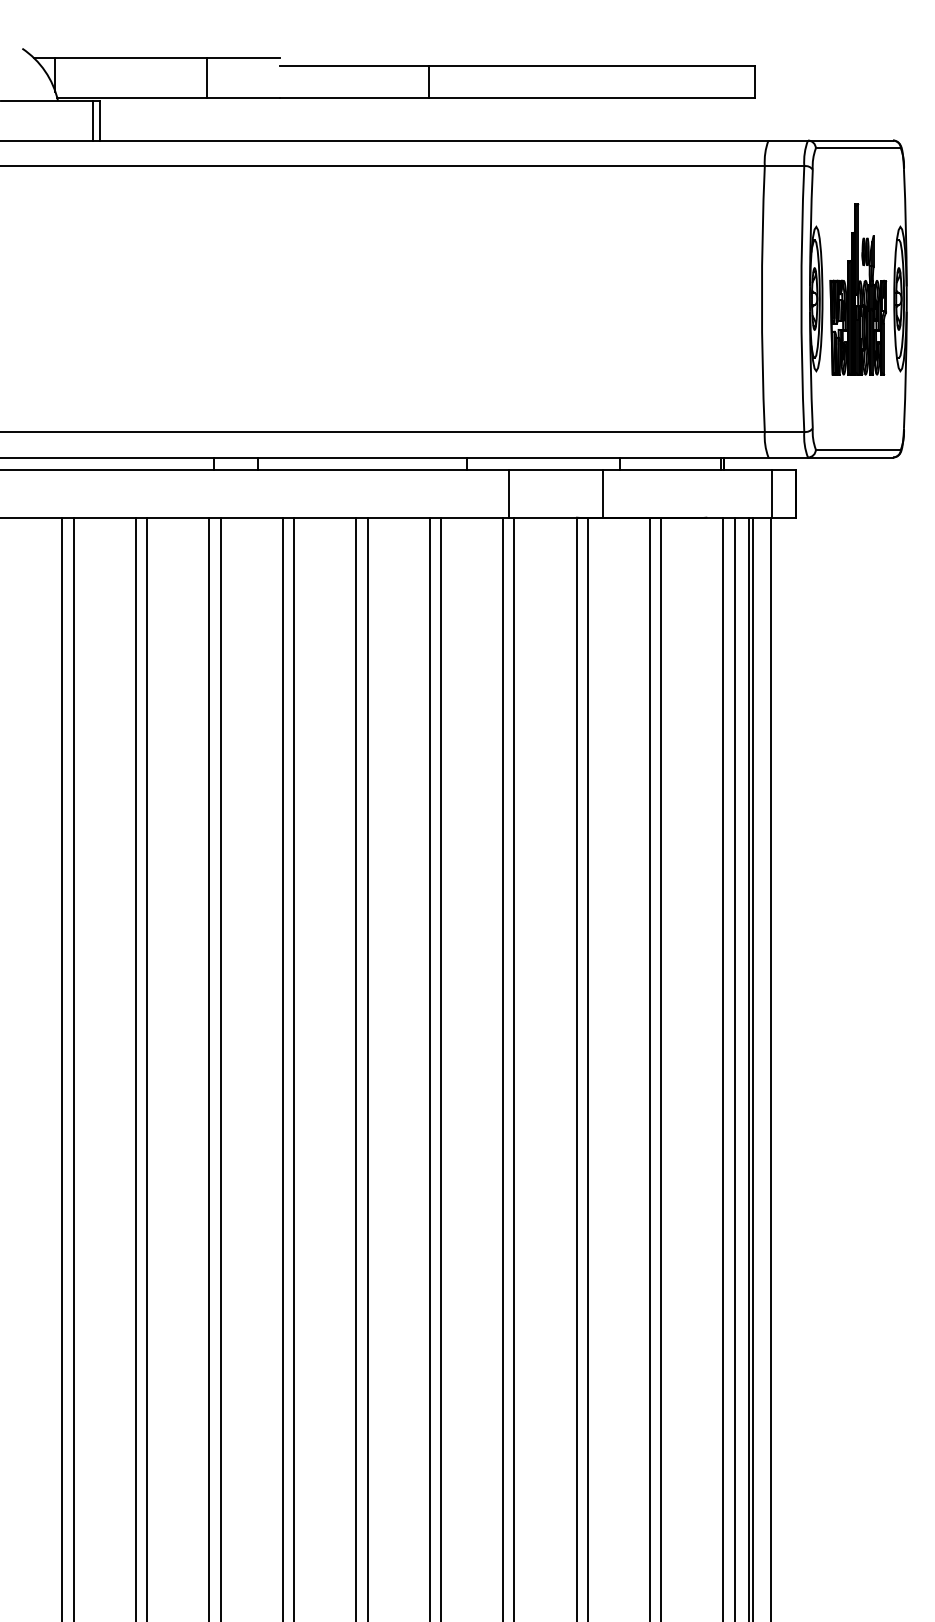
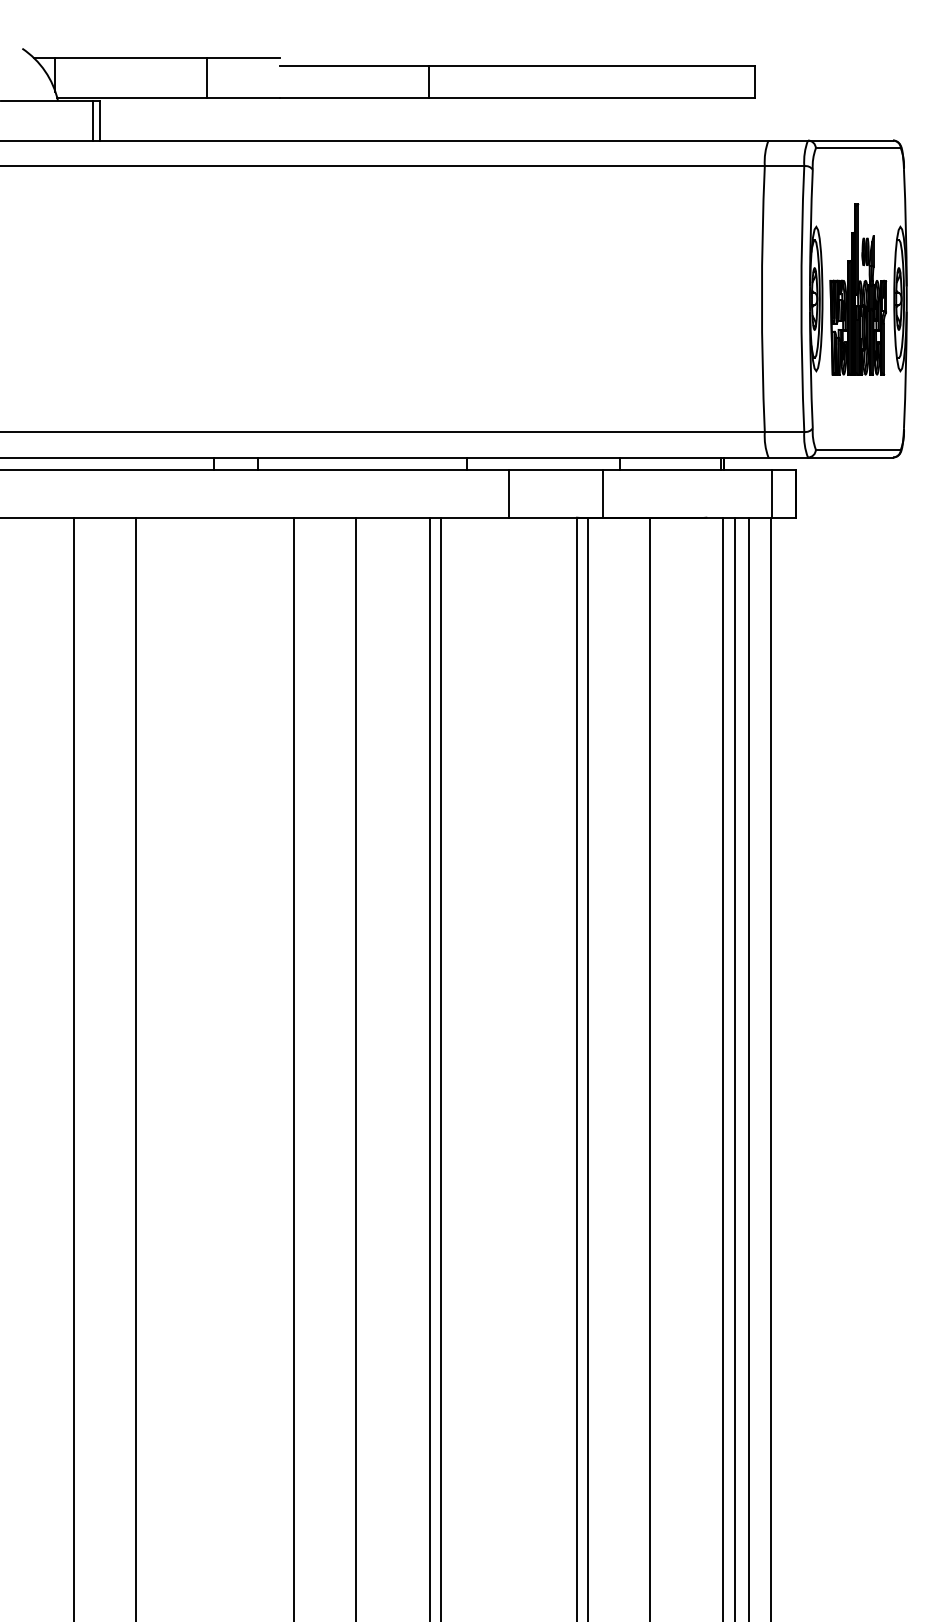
line at (62, 1067): present -> none
line at (147, 1067): present -> none
line at (209, 1067): present -> none
line at (220, 1067): present -> none
line at (282, 1067): present -> none
line at (367, 1067): present -> none
line at (503, 1067): present -> none
line at (514, 1067): present -> none
line at (661, 1067): present -> none
line at (753, 1067): present -> none
